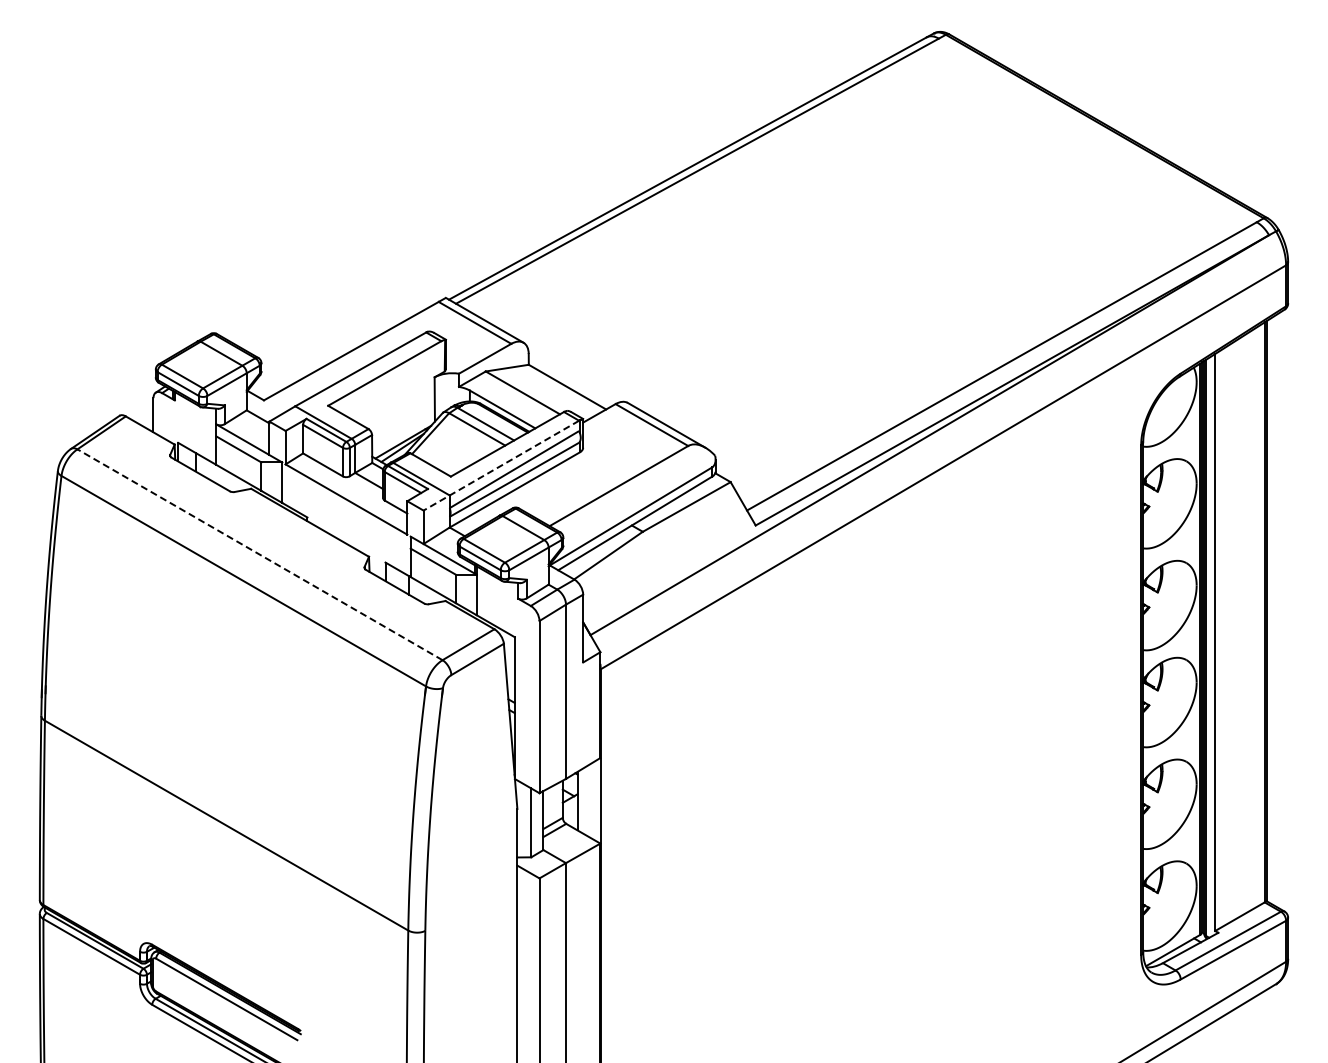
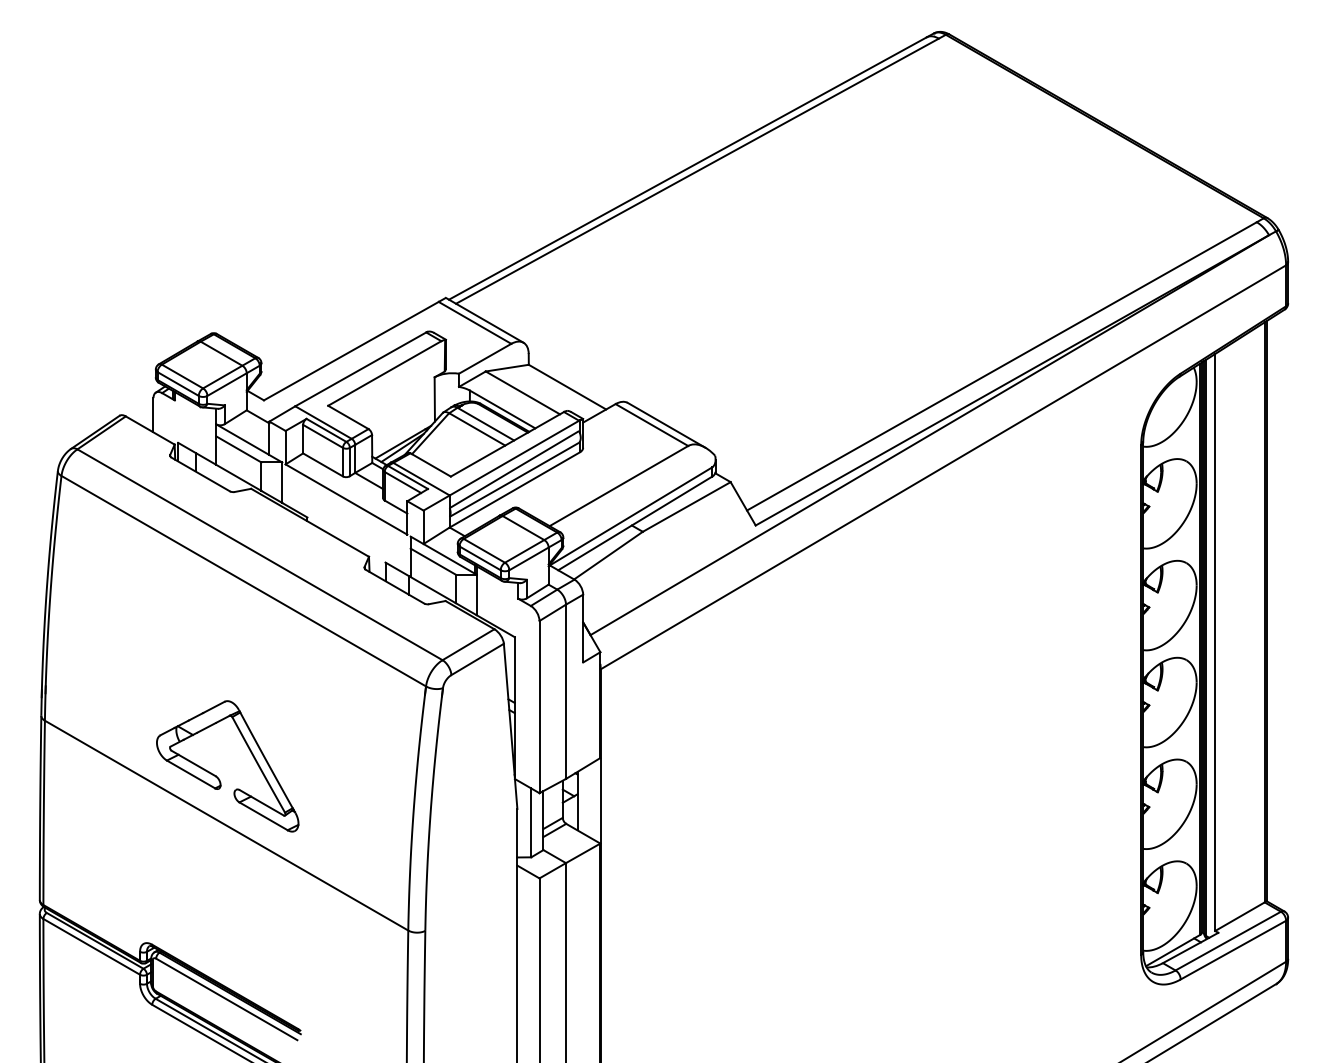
line at (501, 465): dashed -> solid
line at (260, 554): dashed -> solid
part at (217, 776): none -> present
